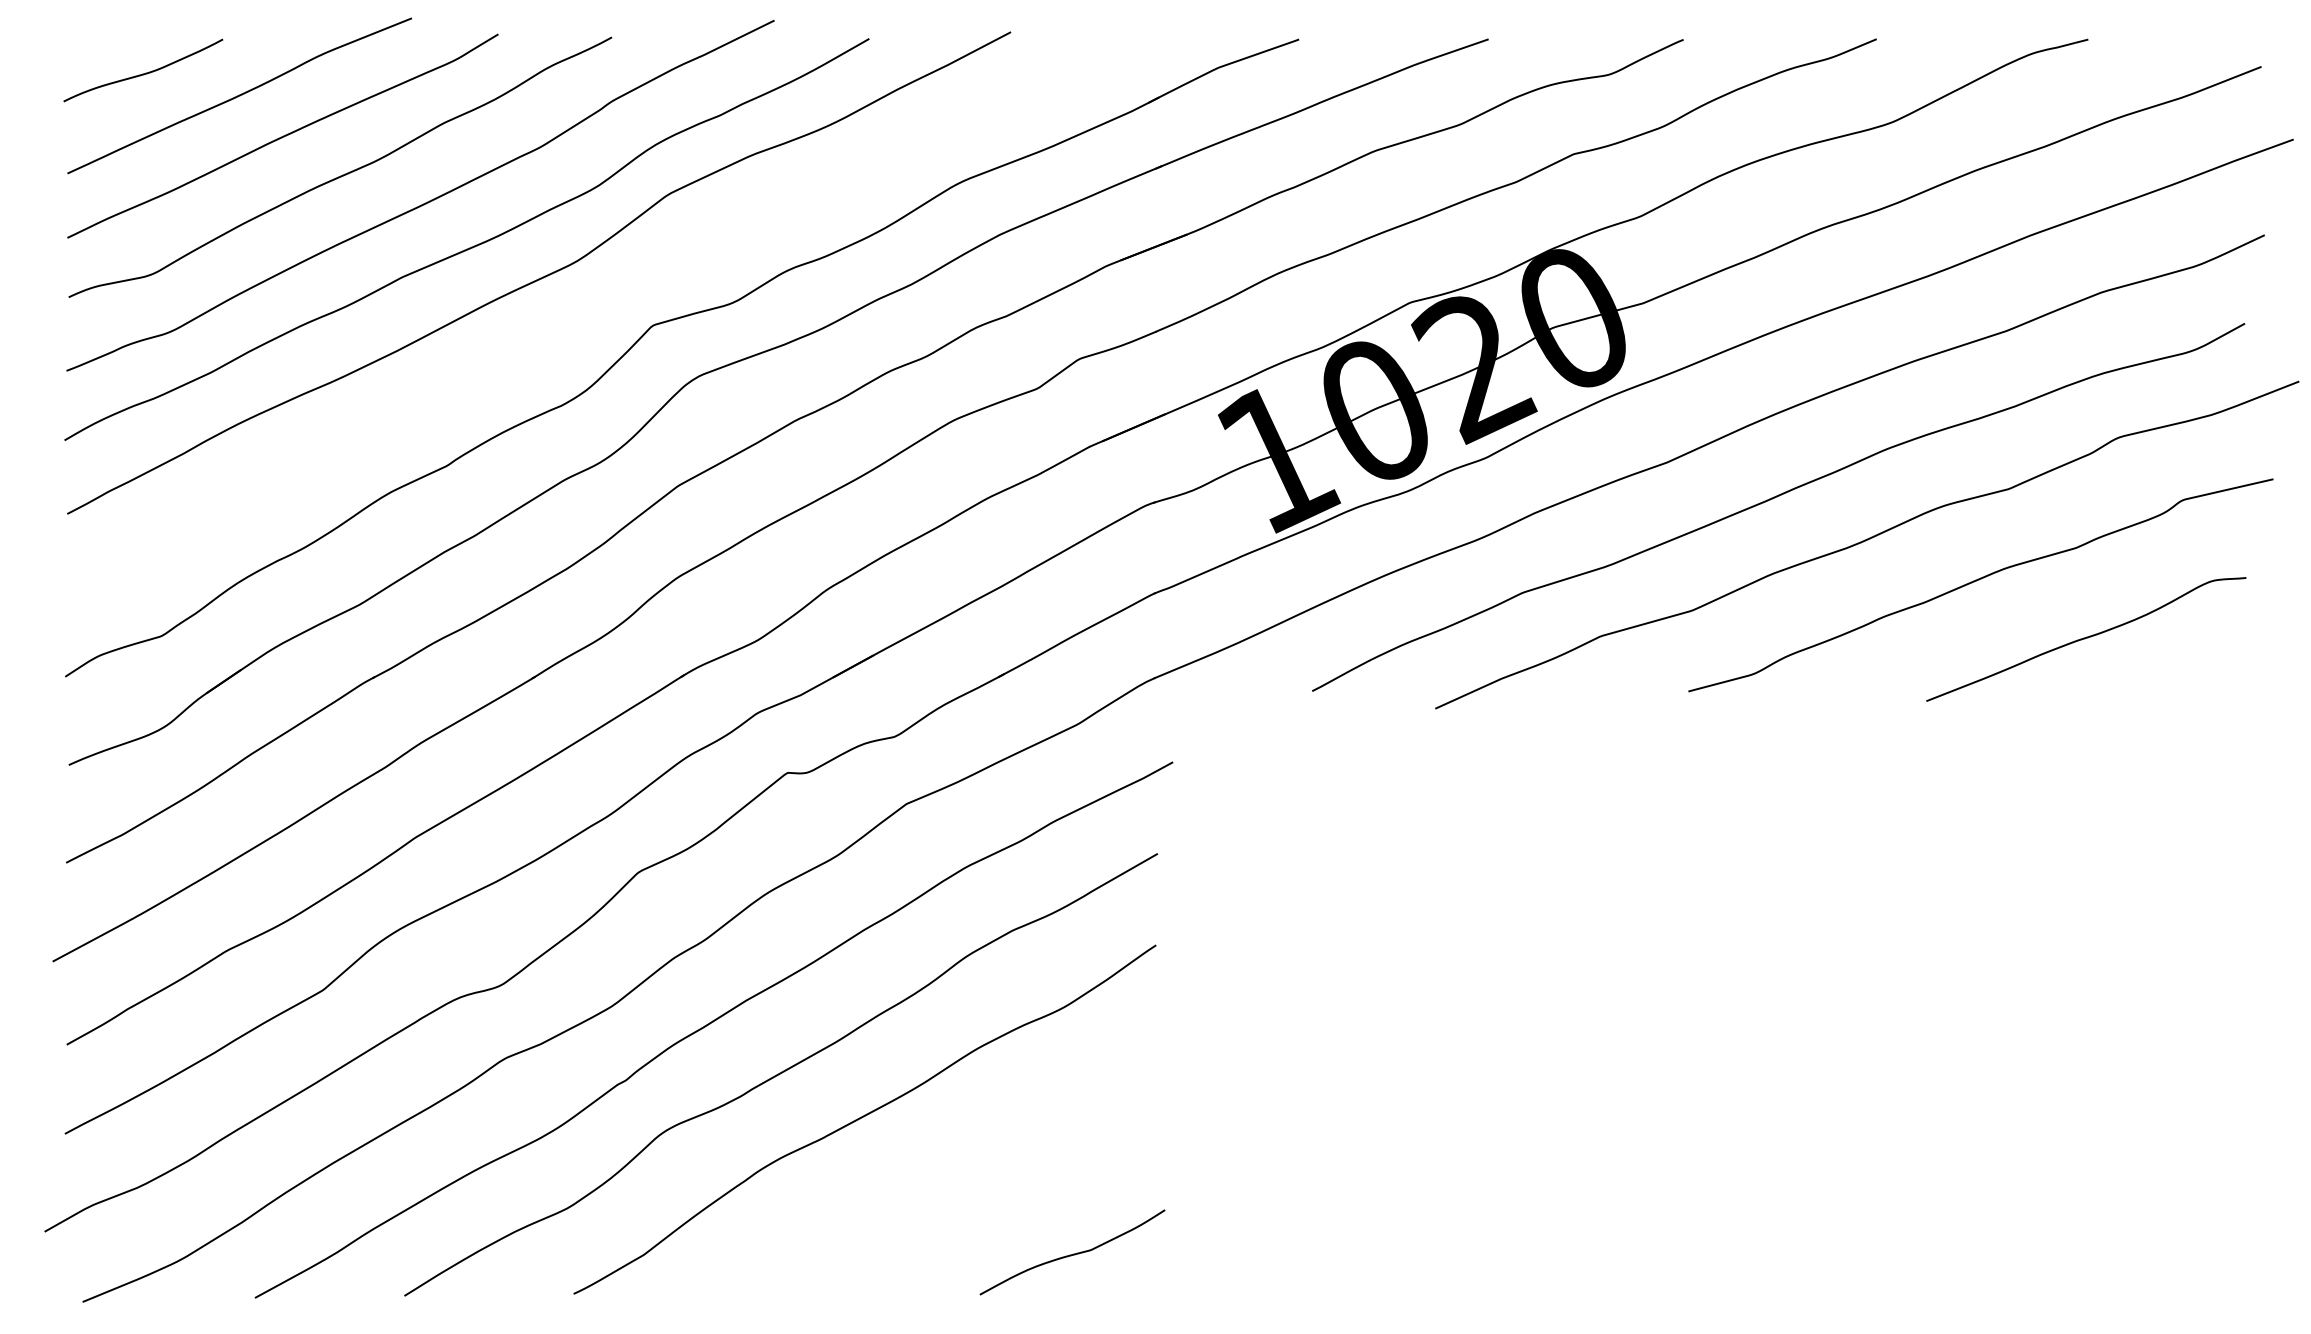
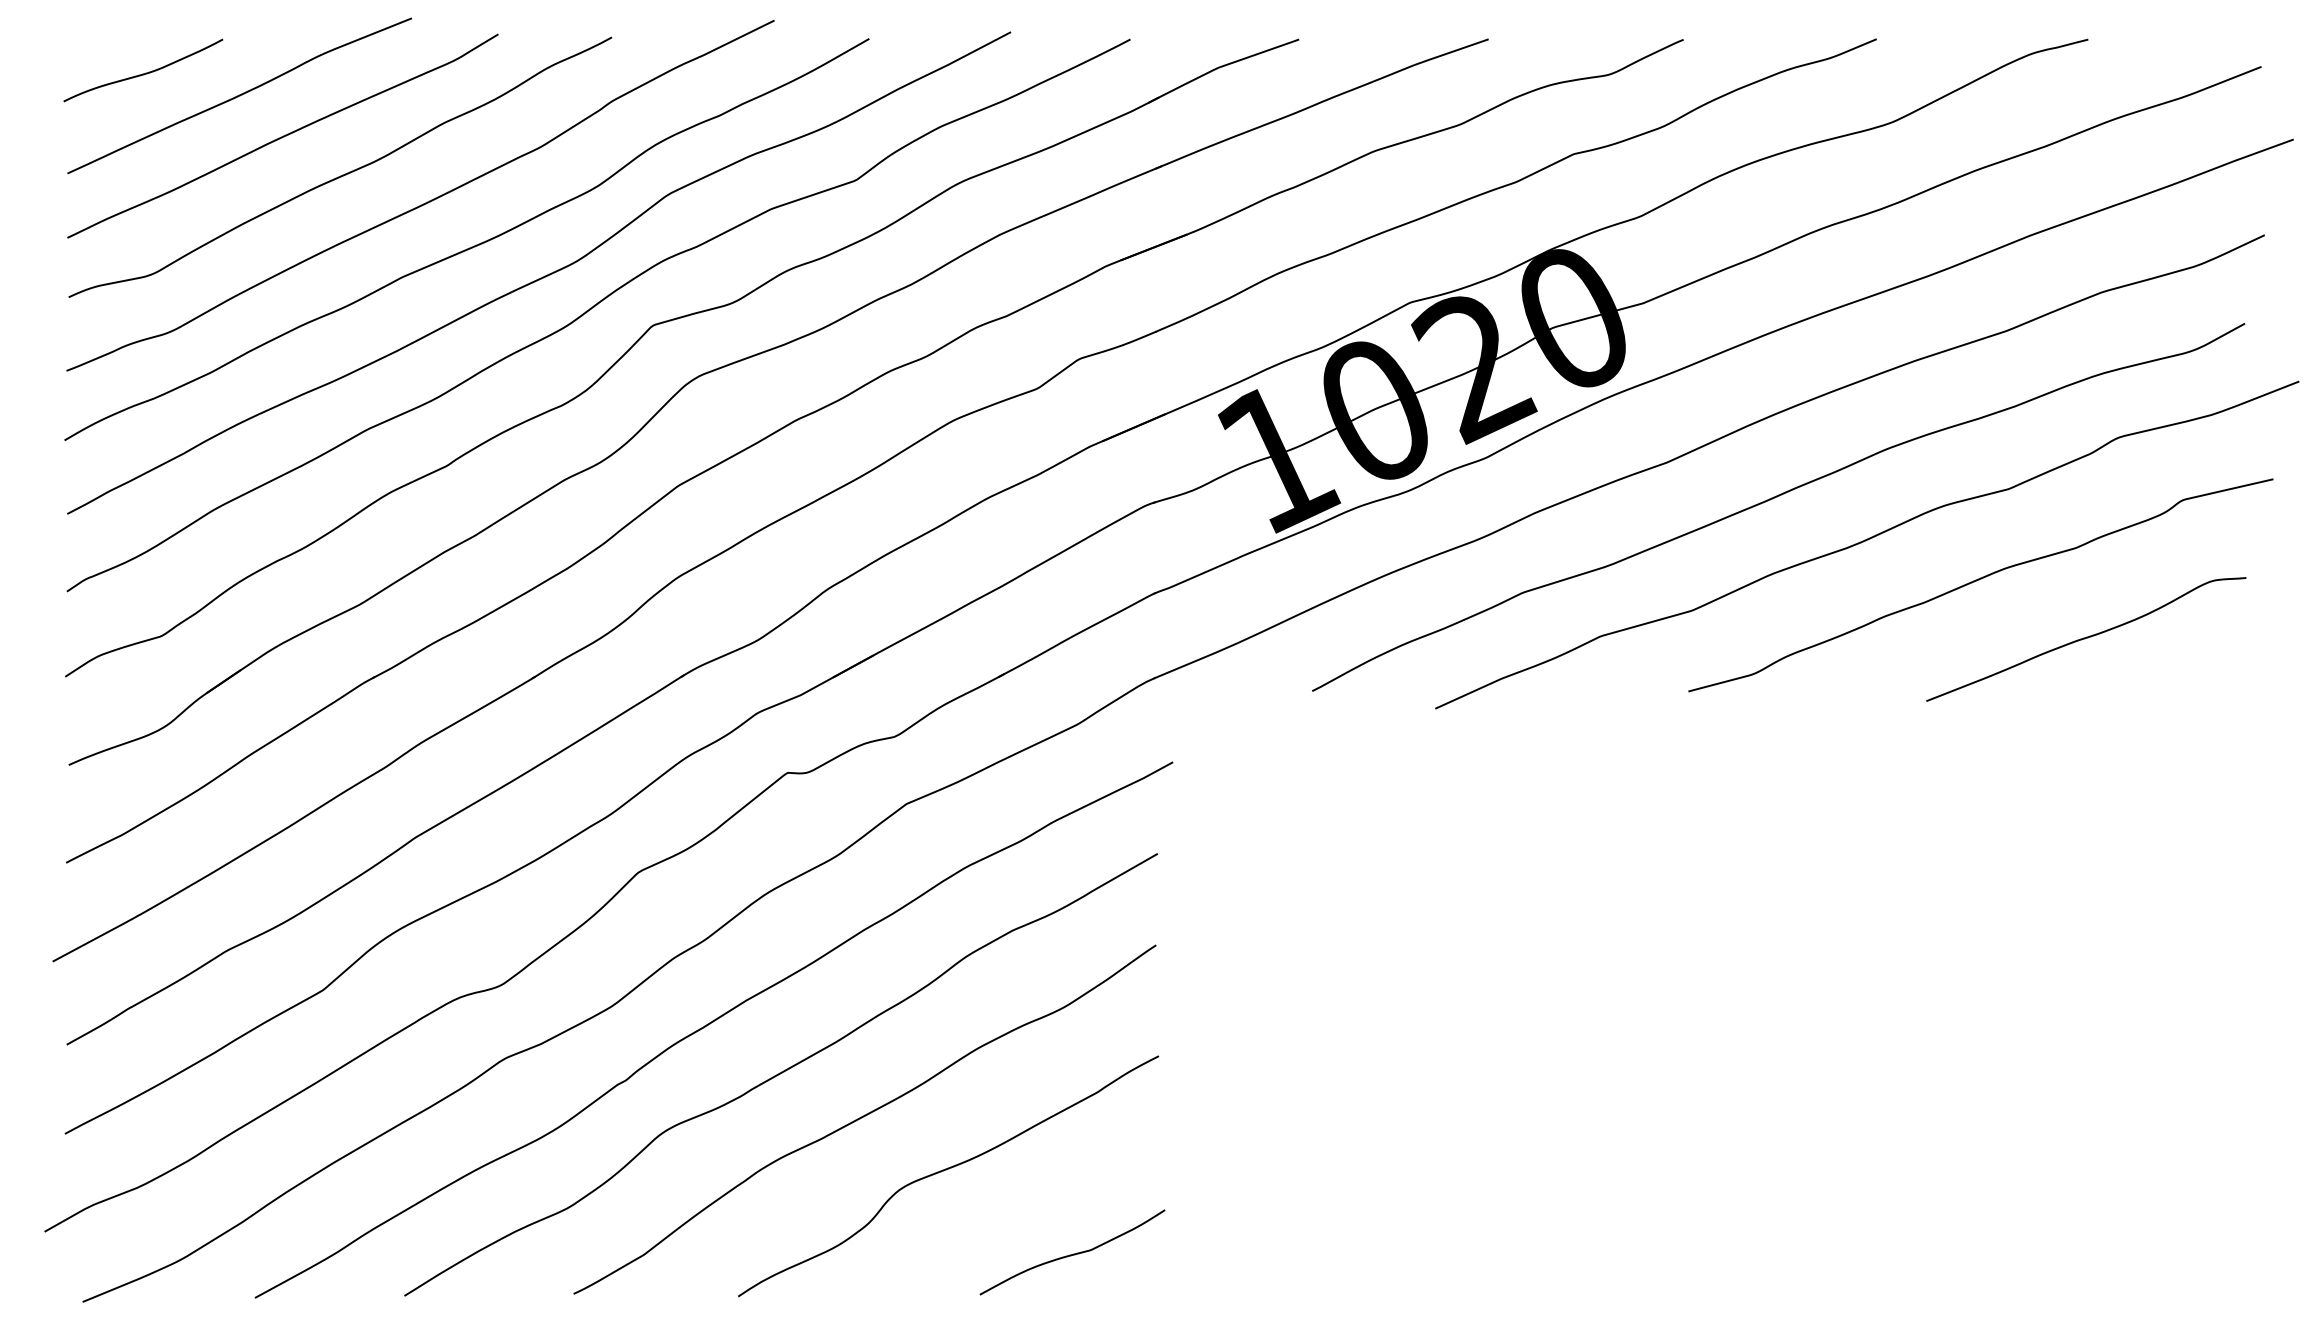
curve at (594, 307): none -> present
curve at (946, 1170): none -> present
